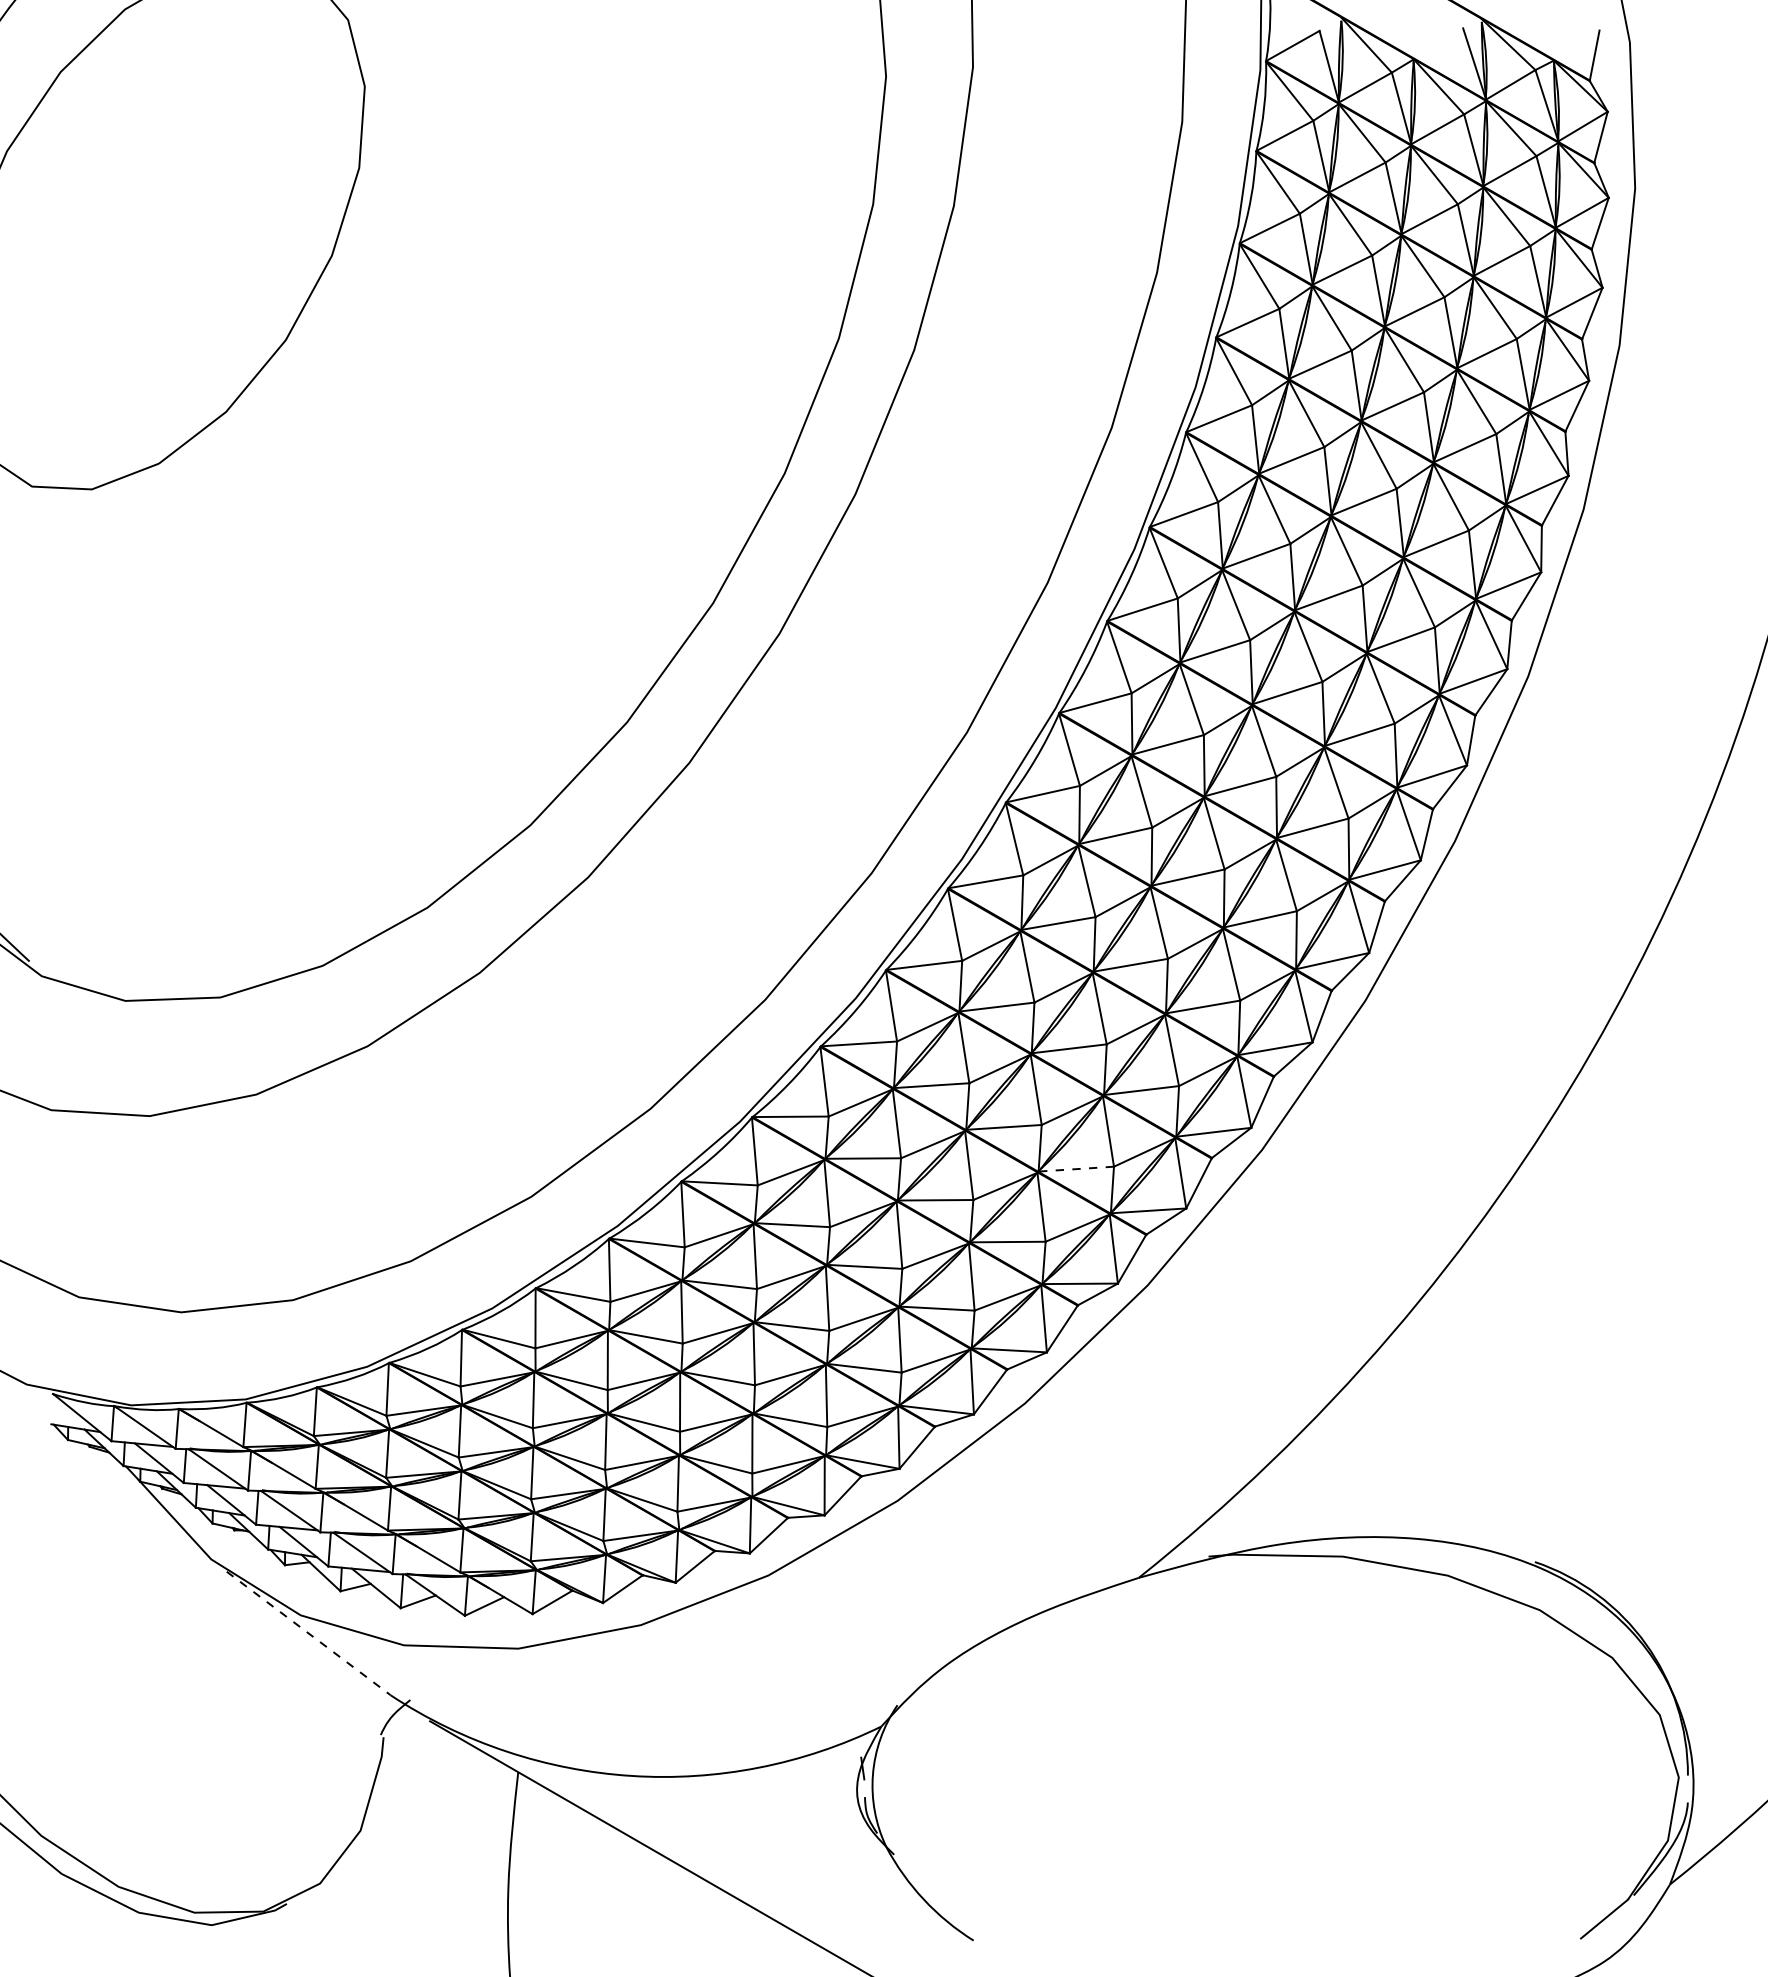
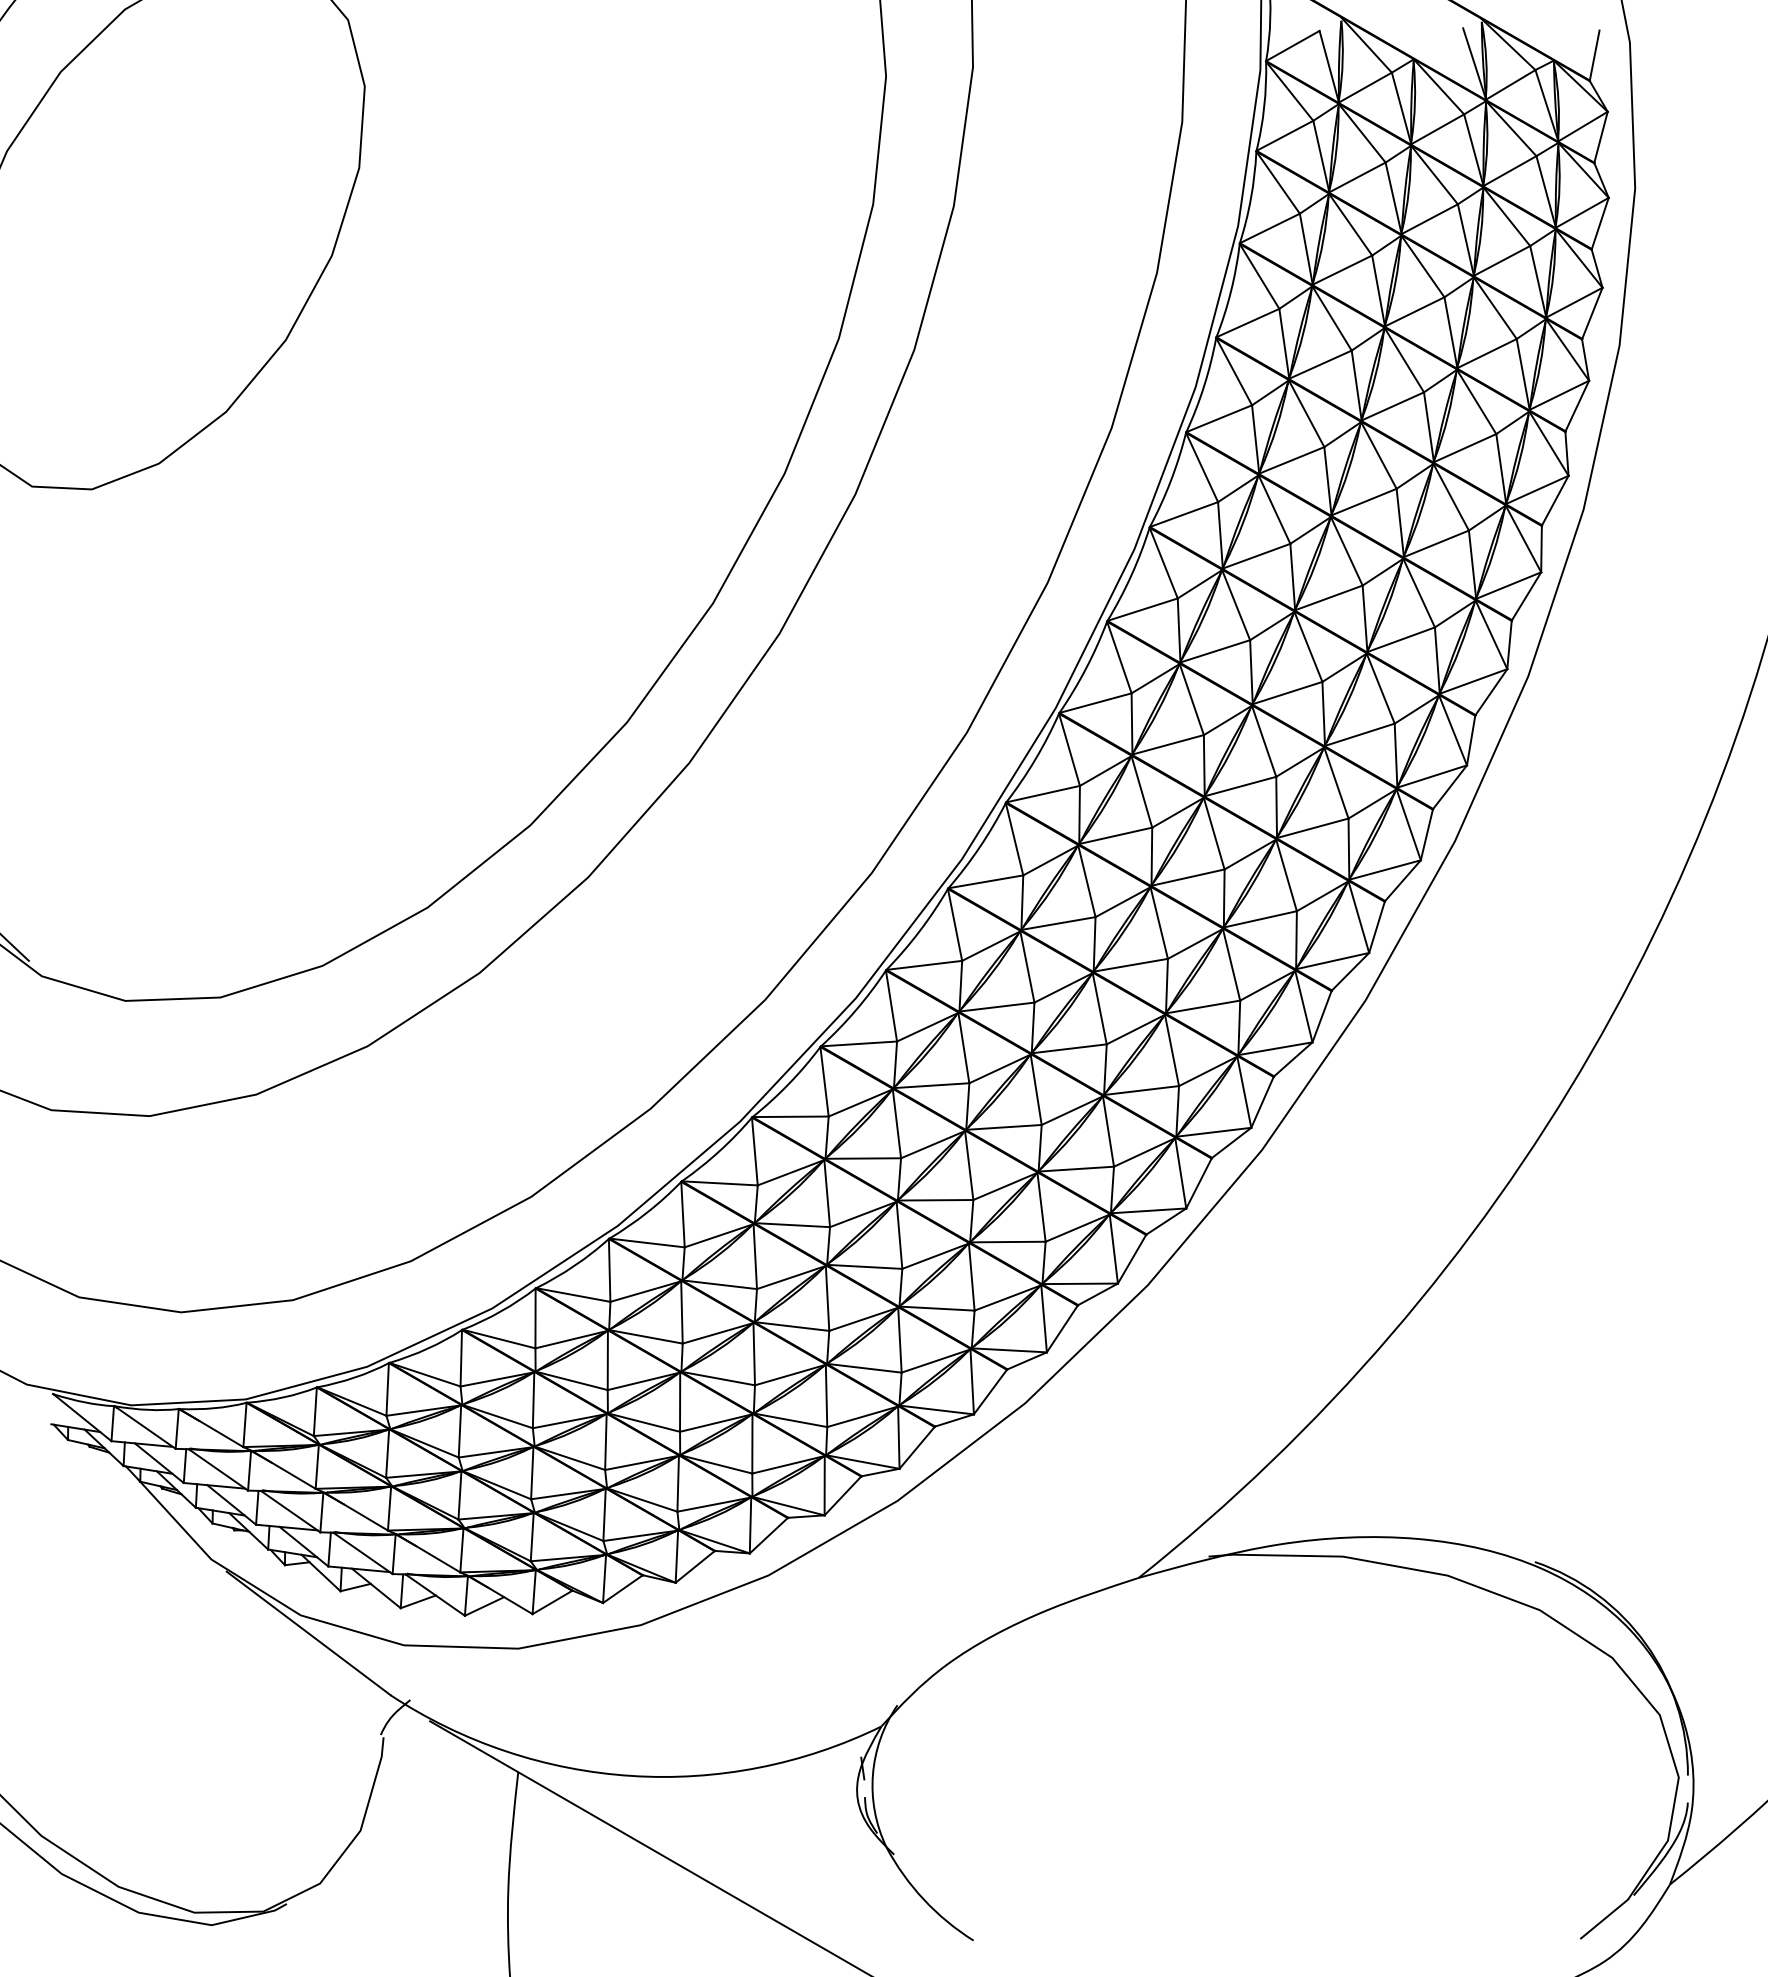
line at (1076, 1169): dashed -> solid
line at (309, 1633): dashed -> solid
